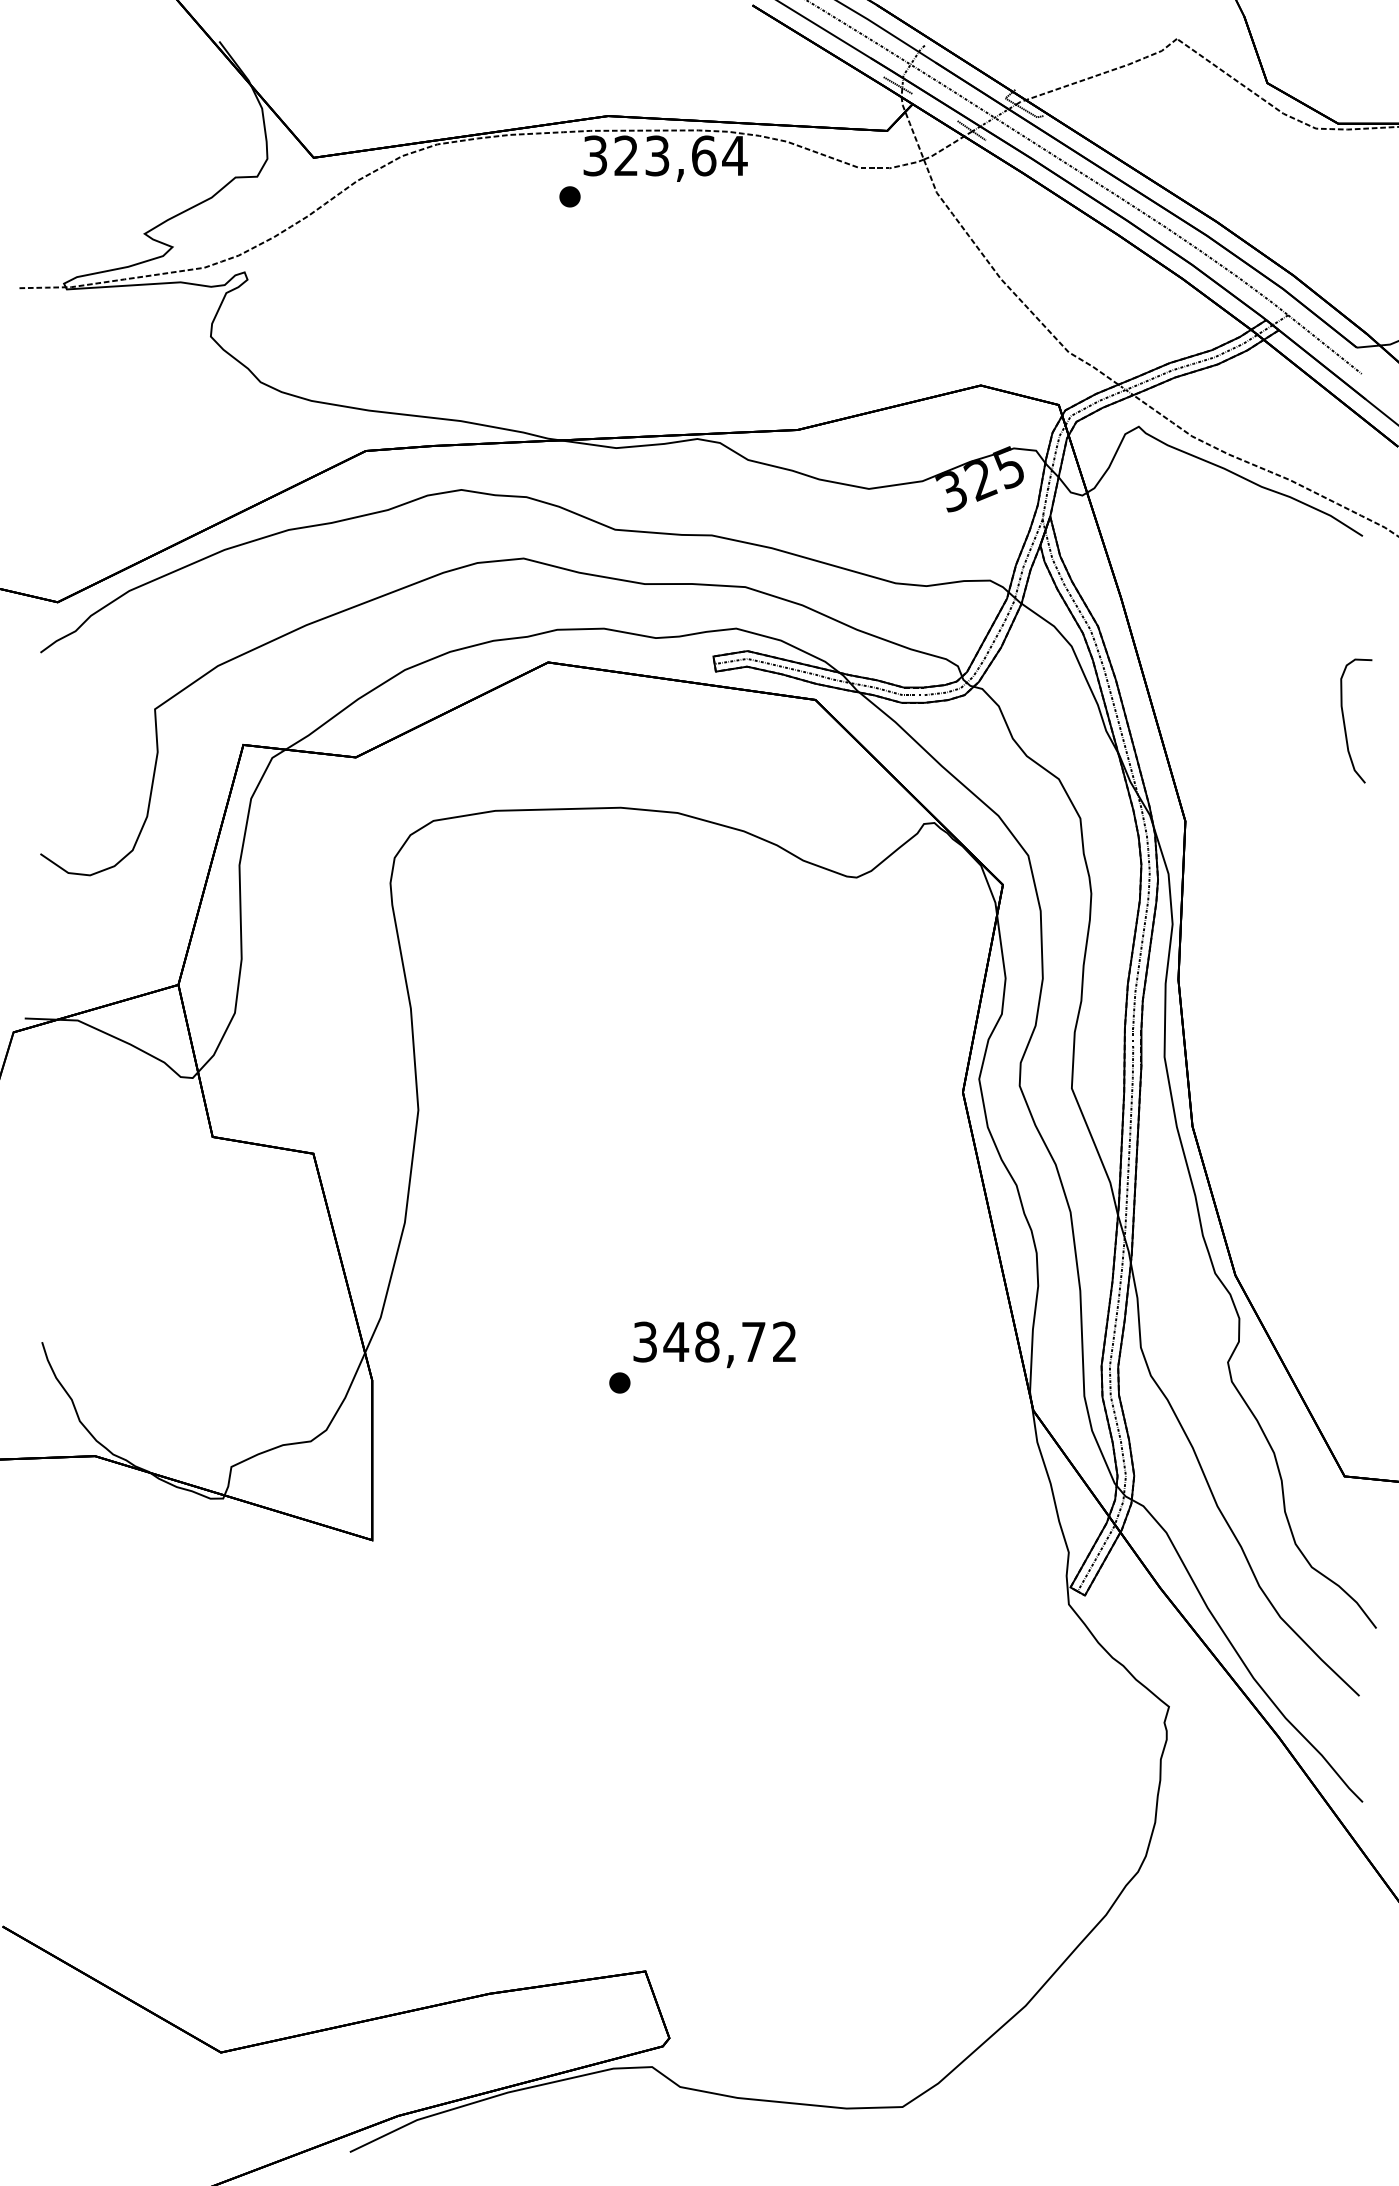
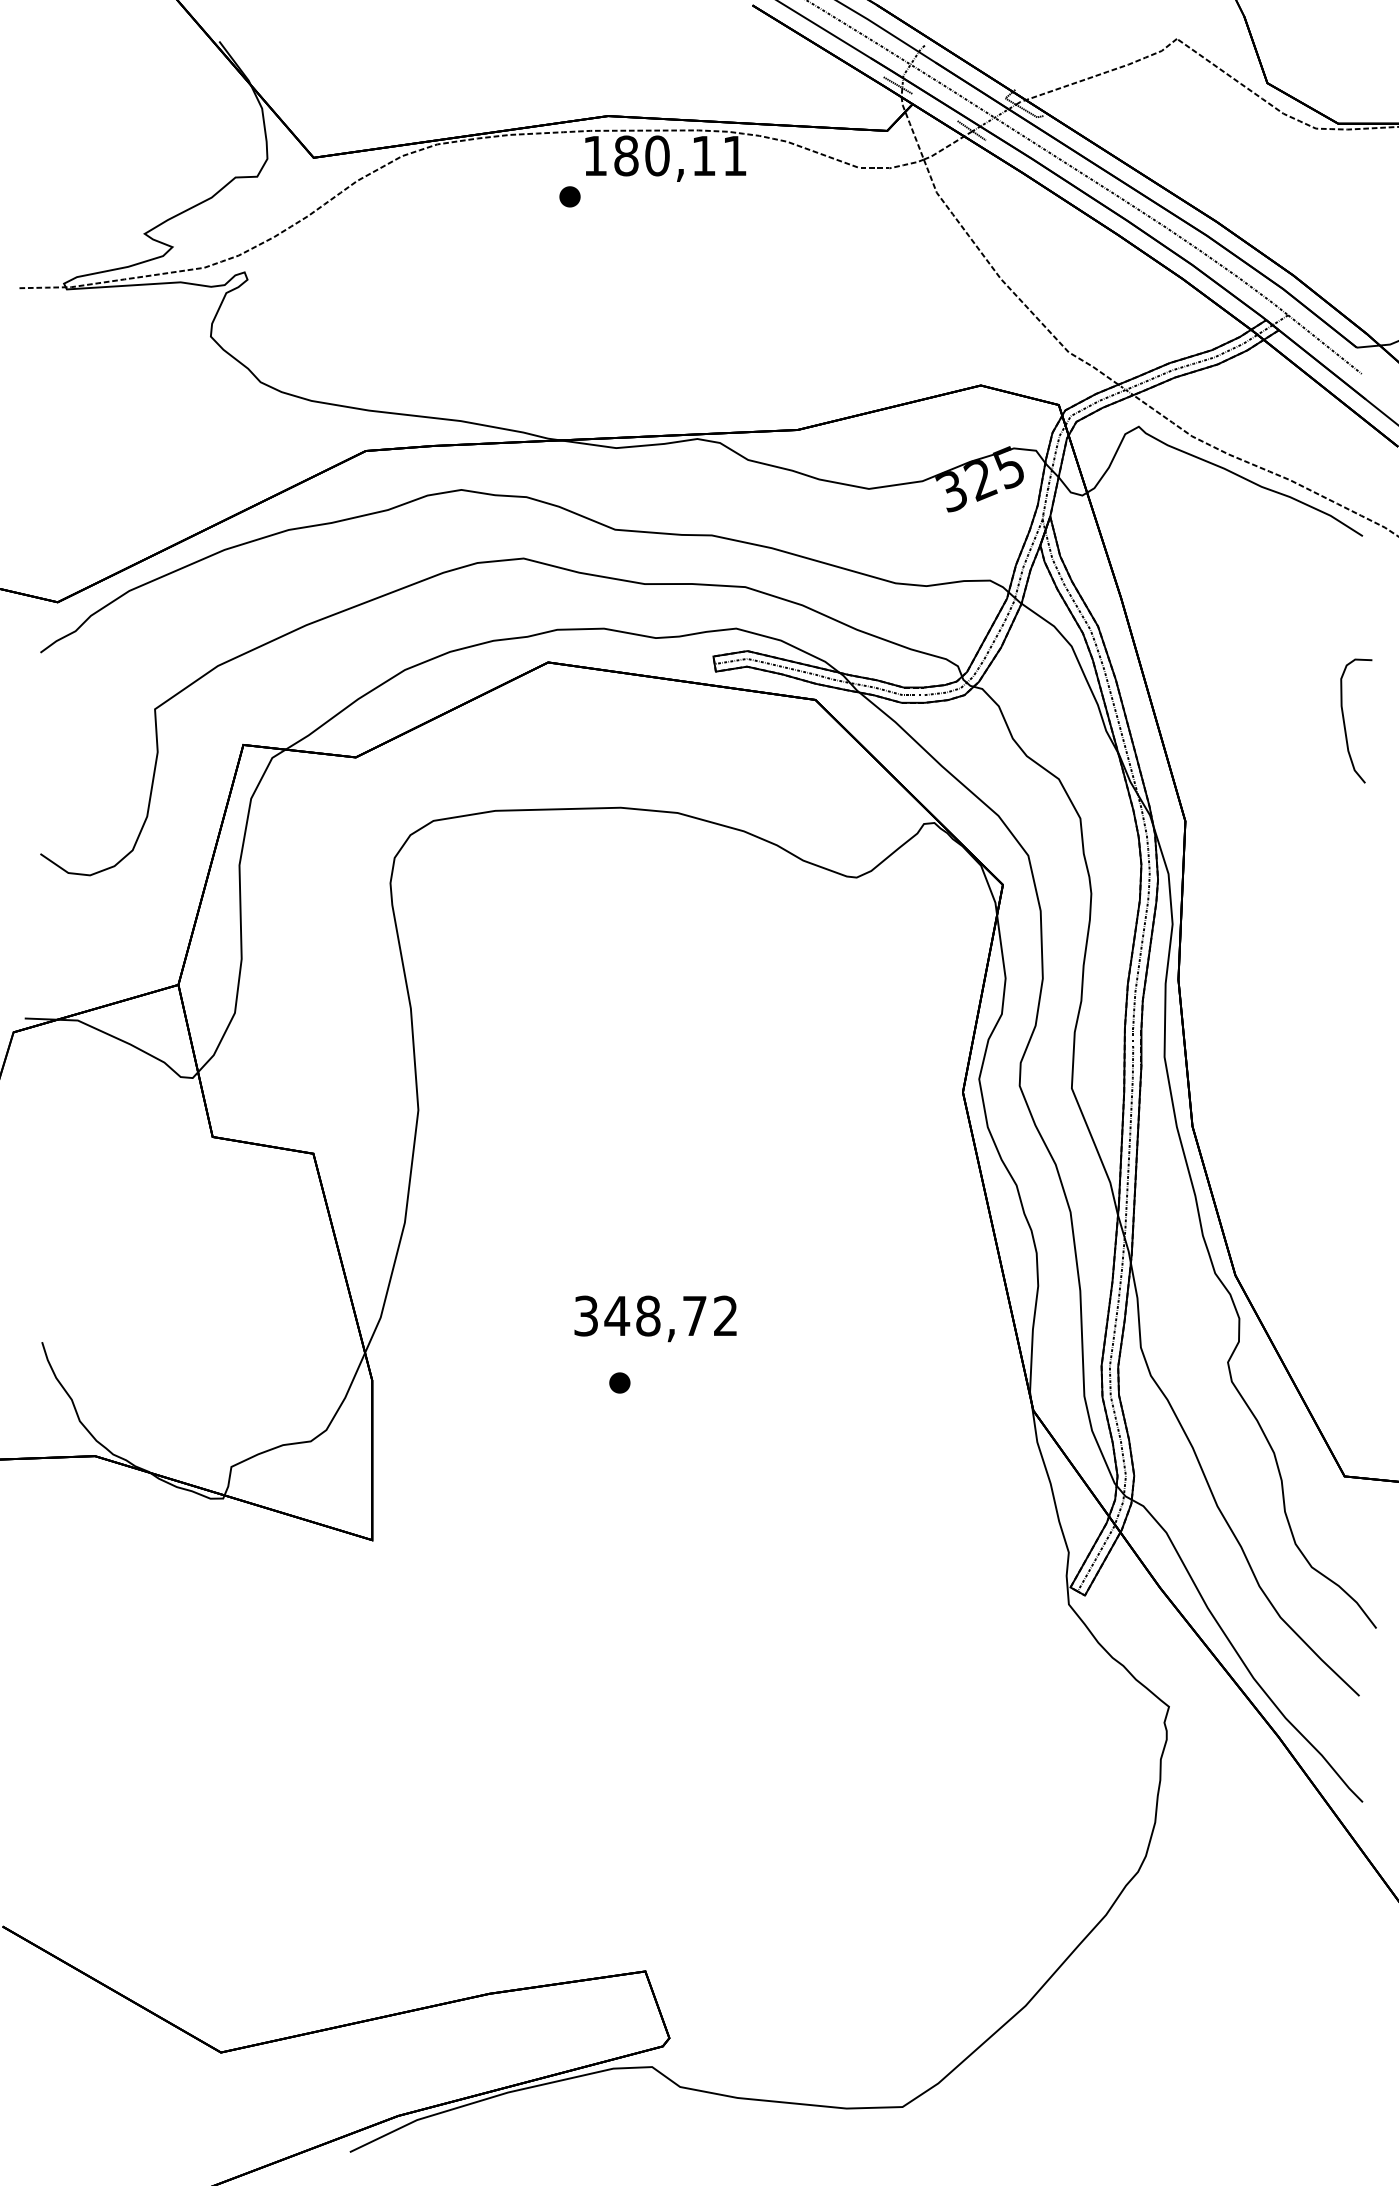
text at (665, 155): 323,64 -> 180,11
text at (714, 1344) position: (714, 1344) -> (655, 1318)
